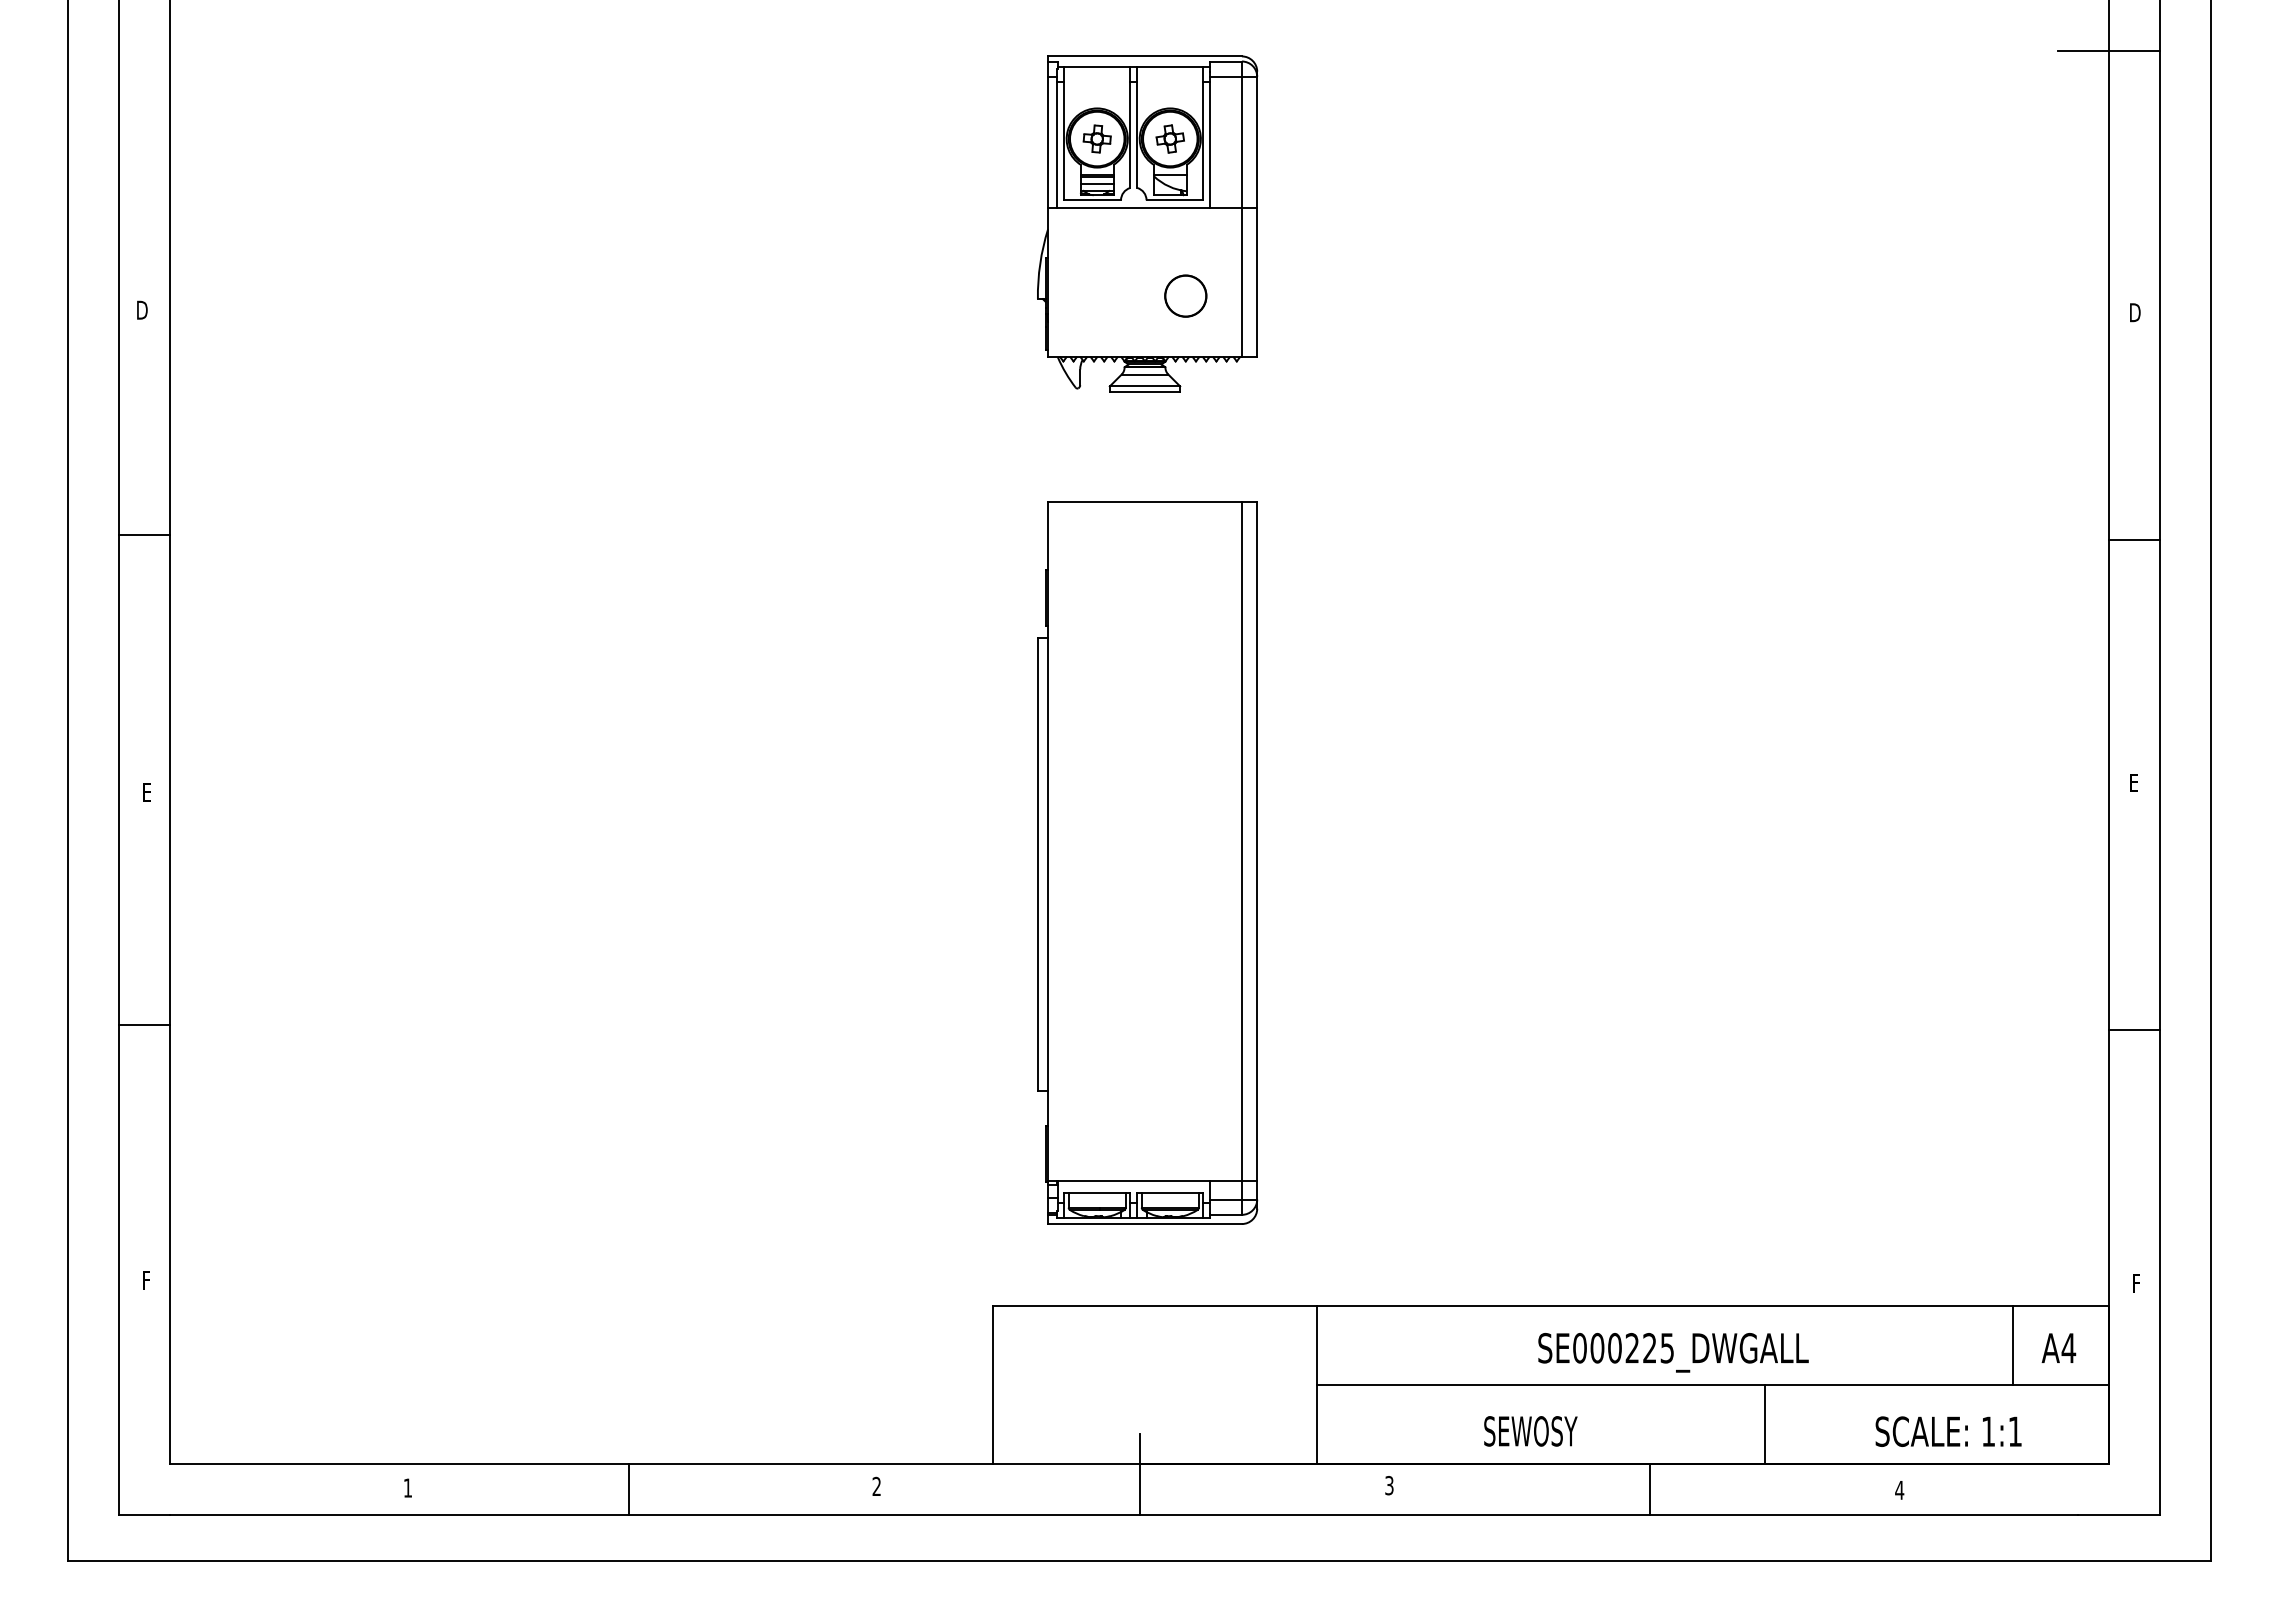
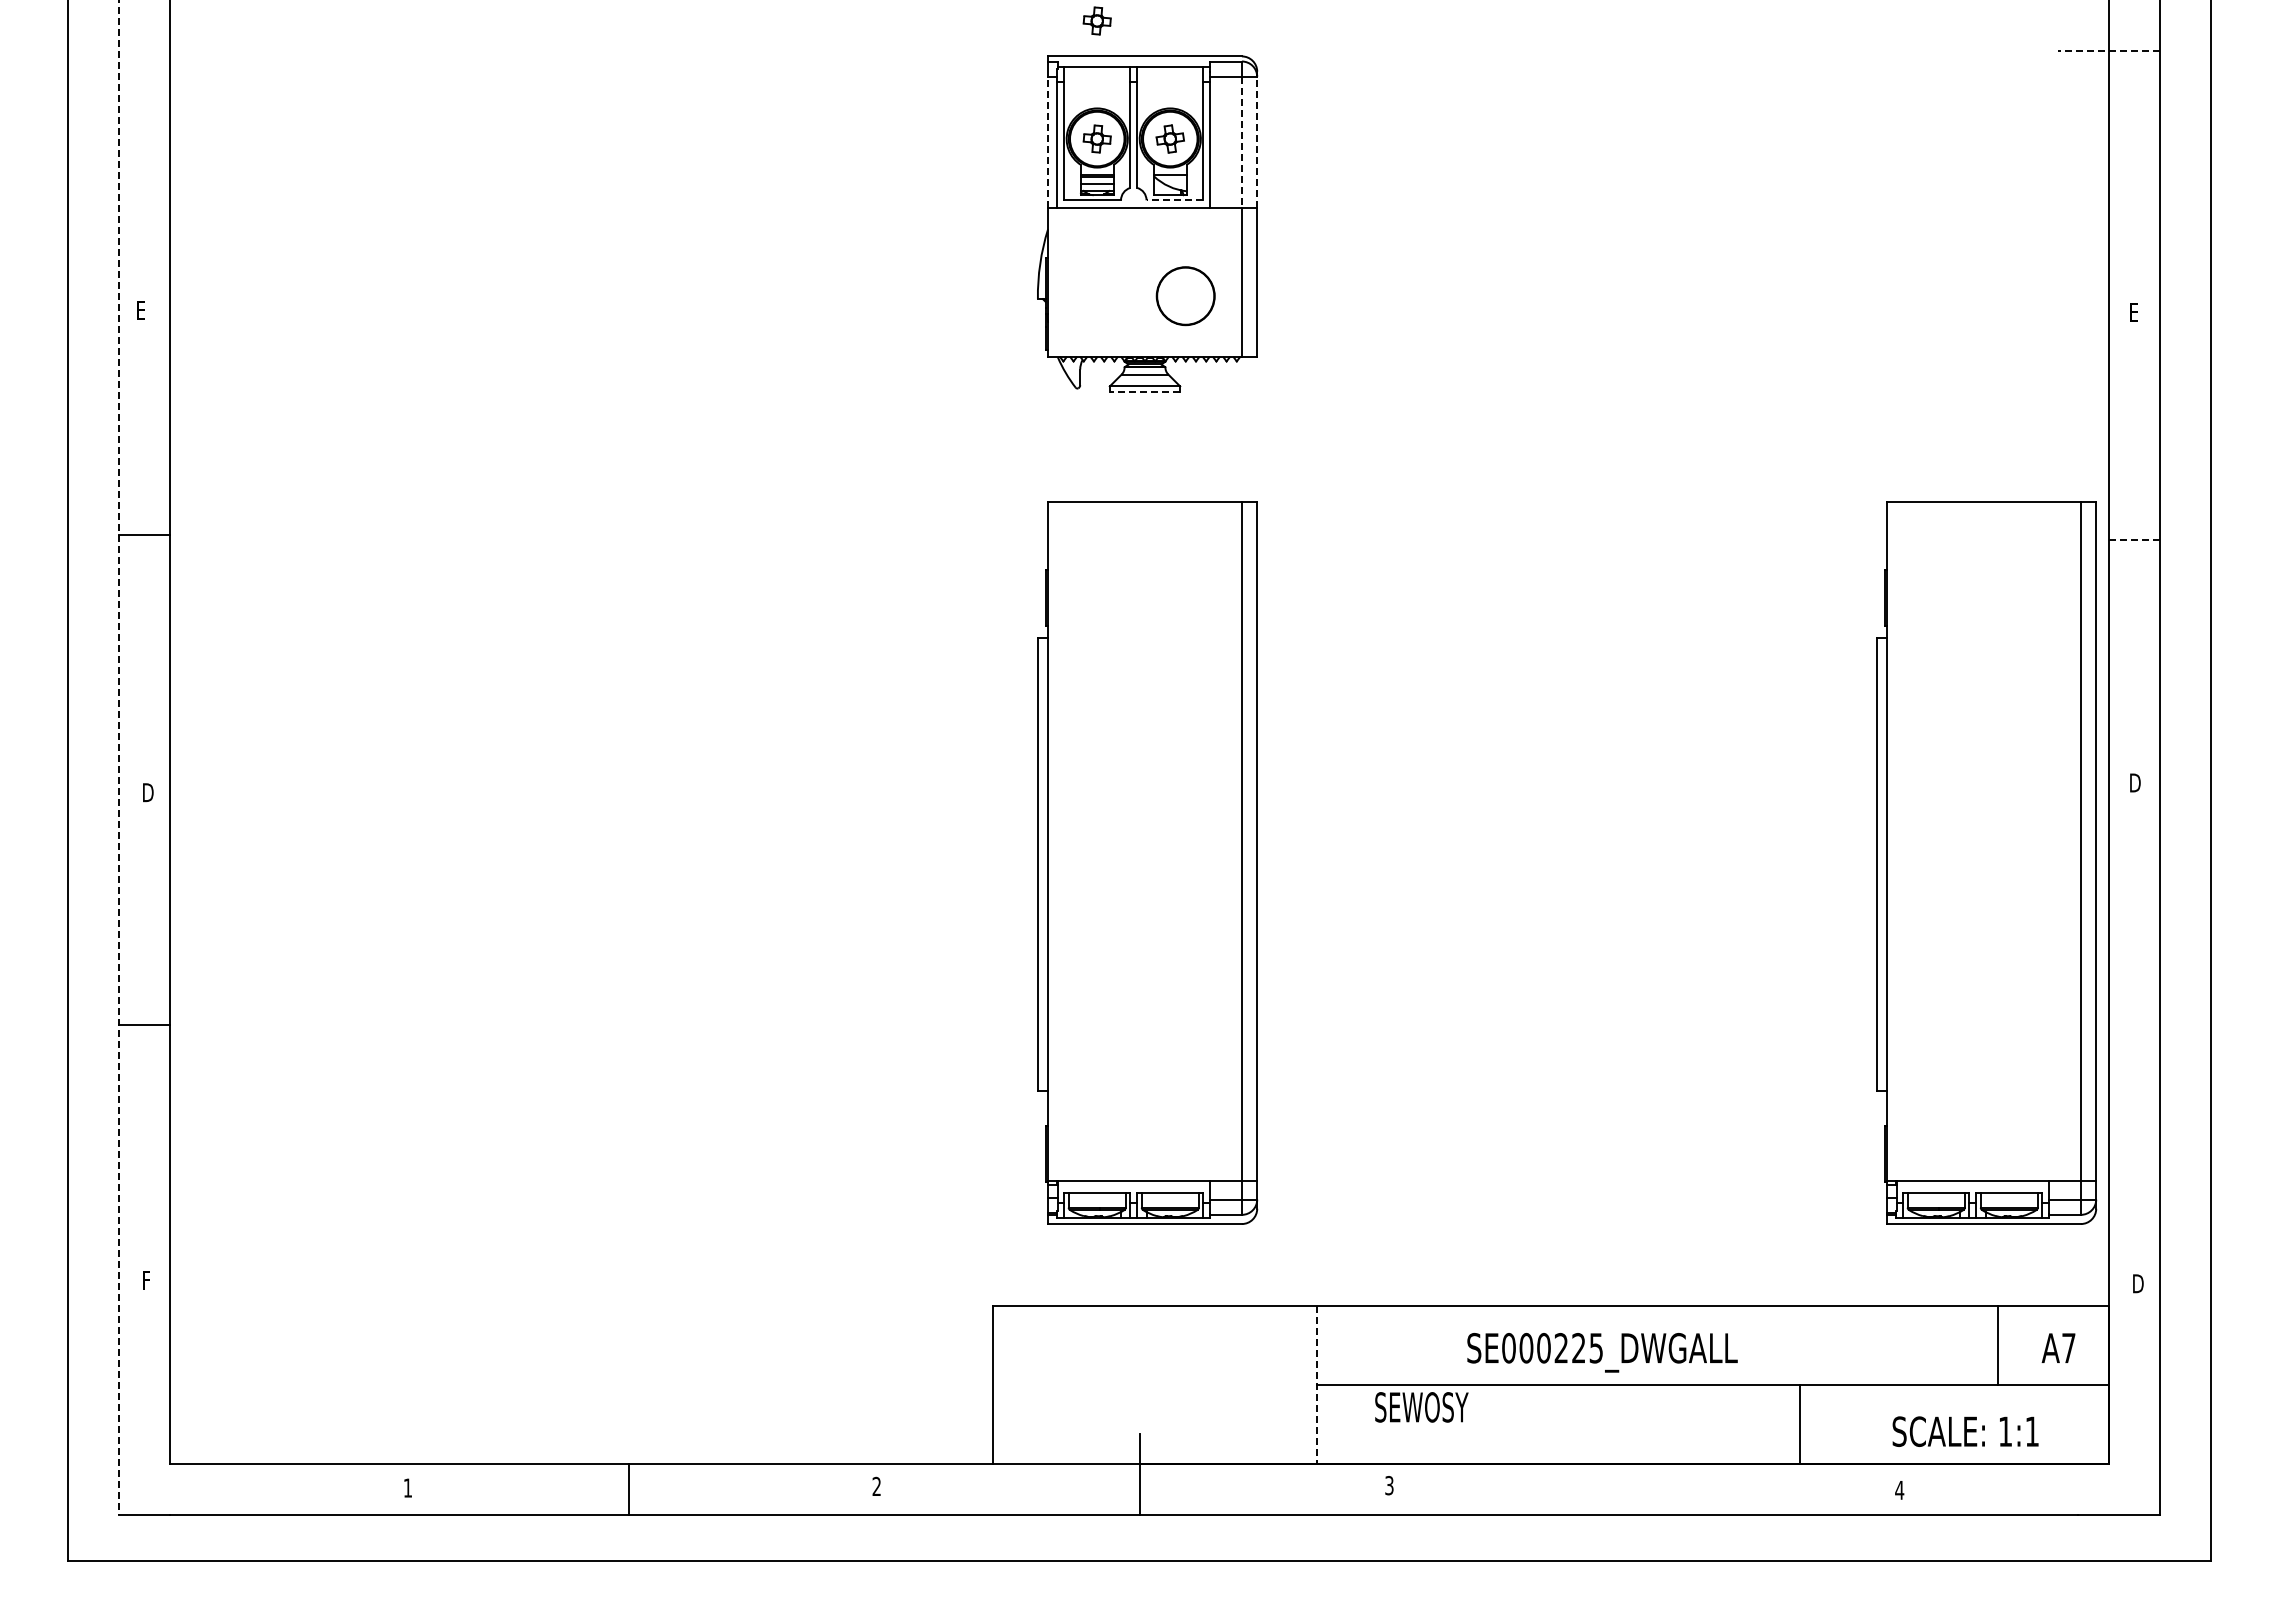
part at (1096, 20): none -> present
line at (2108, 50): solid -> dashed
line at (1048, 142): solid -> dashed
line at (1241, 142): solid -> dashed
line at (1257, 142): solid -> dashed
line at (1174, 200): solid -> dashed
circle at (1185, 295) size: 44x44 px -> 61x61 px
text at (142, 309): D -> E
text at (2135, 312): D -> E
line at (1144, 392): solid -> dashed
line at (2134, 540): solid -> dashed
line at (119, 757): solid -> dashed
text at (2135, 782): E -> D
text at (148, 792): E -> D
part at (1986, 862): none -> present
line at (2133, 1030): present -> none
text at (2138, 1283): F -> D
line at (2013, 1345) position: (2013, 1345) -> (1998, 1345)
text at (2068, 1348): A4 -> A7
text at (1673, 1352) position: (1673, 1352) -> (1602, 1352)
line at (1316, 1385): solid -> dashed
line at (1765, 1424) position: (1765, 1424) -> (1800, 1424)
text at (1530, 1431) position: (1530, 1431) -> (1421, 1407)
text at (1948, 1431) position: (1948, 1431) -> (1965, 1431)
line at (1649, 1488): present -> none
